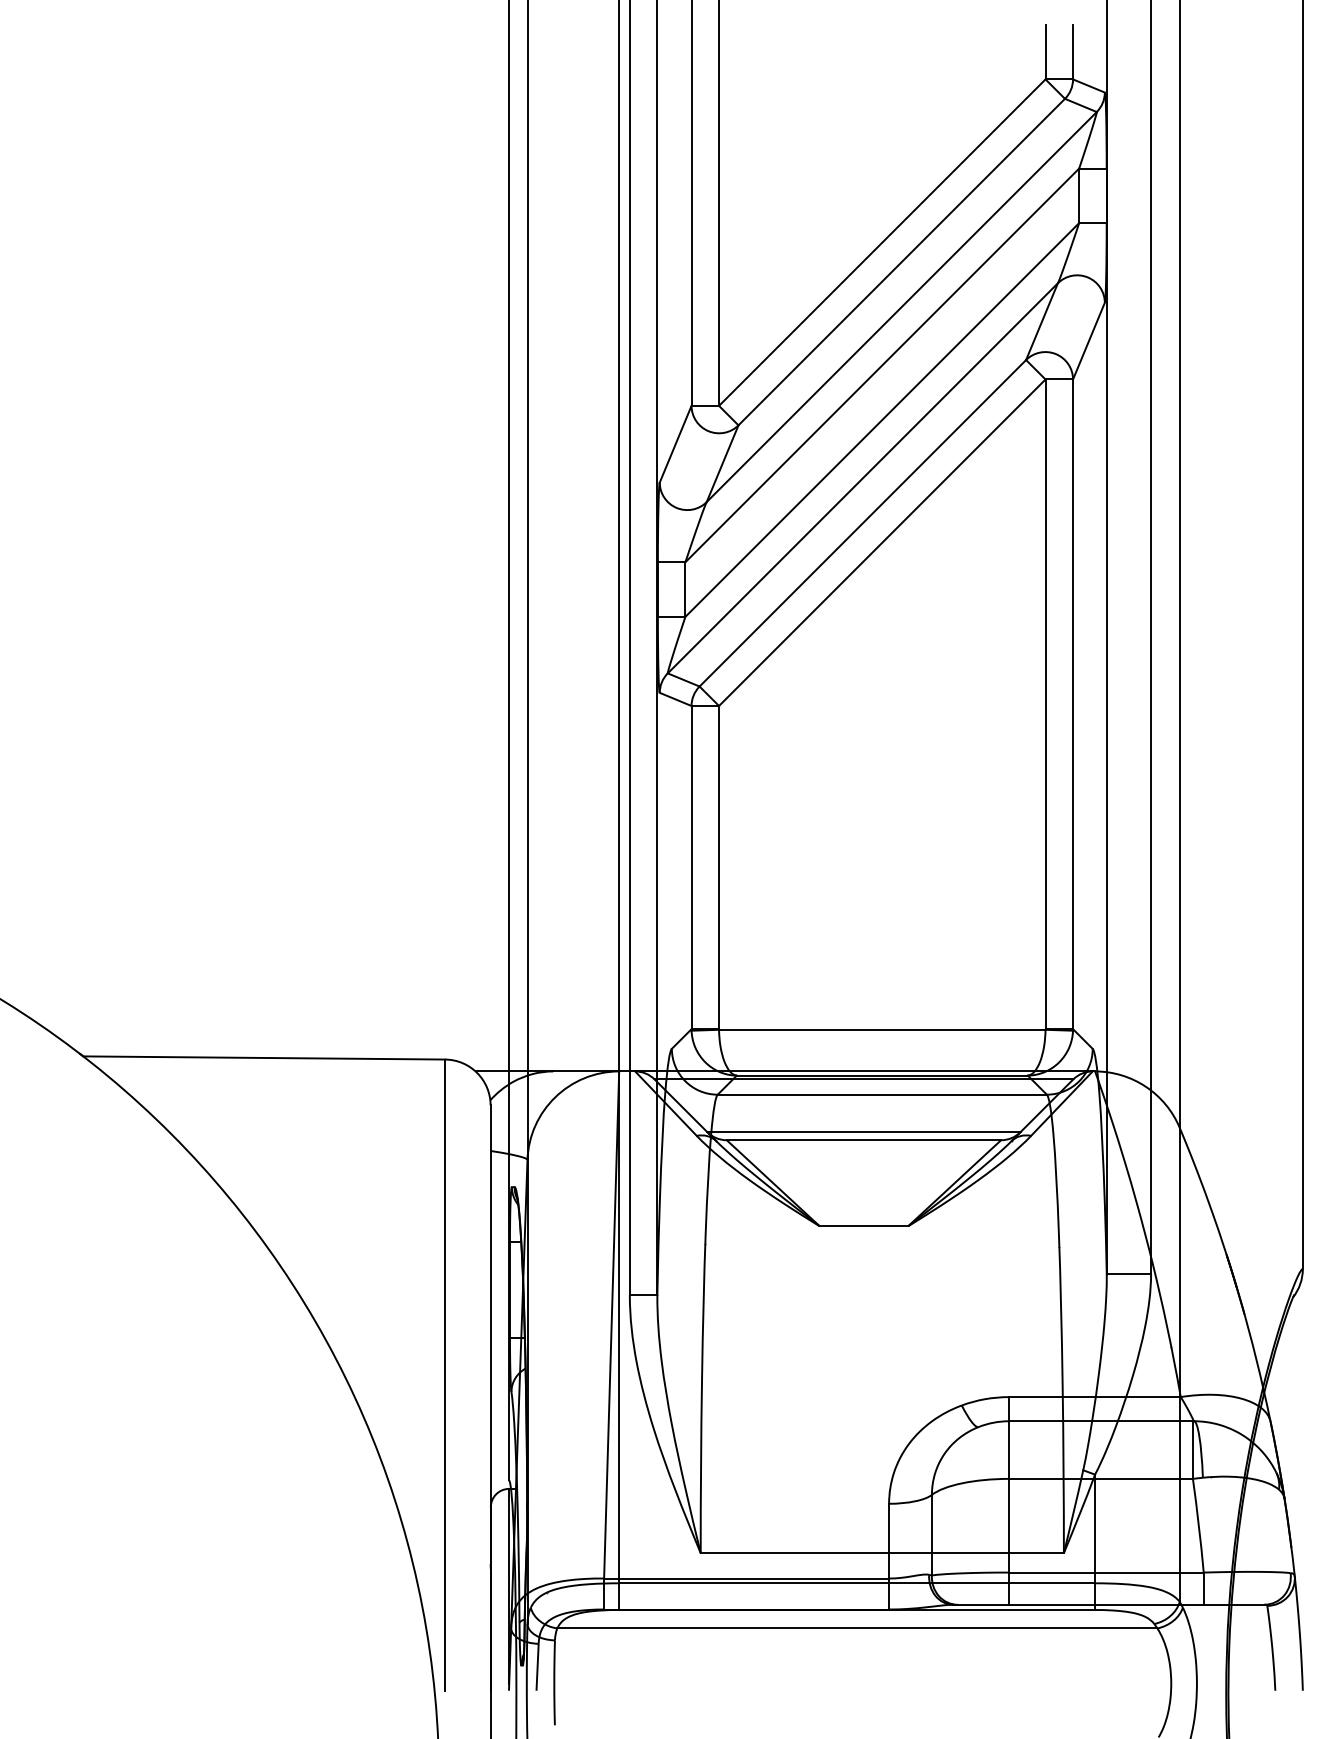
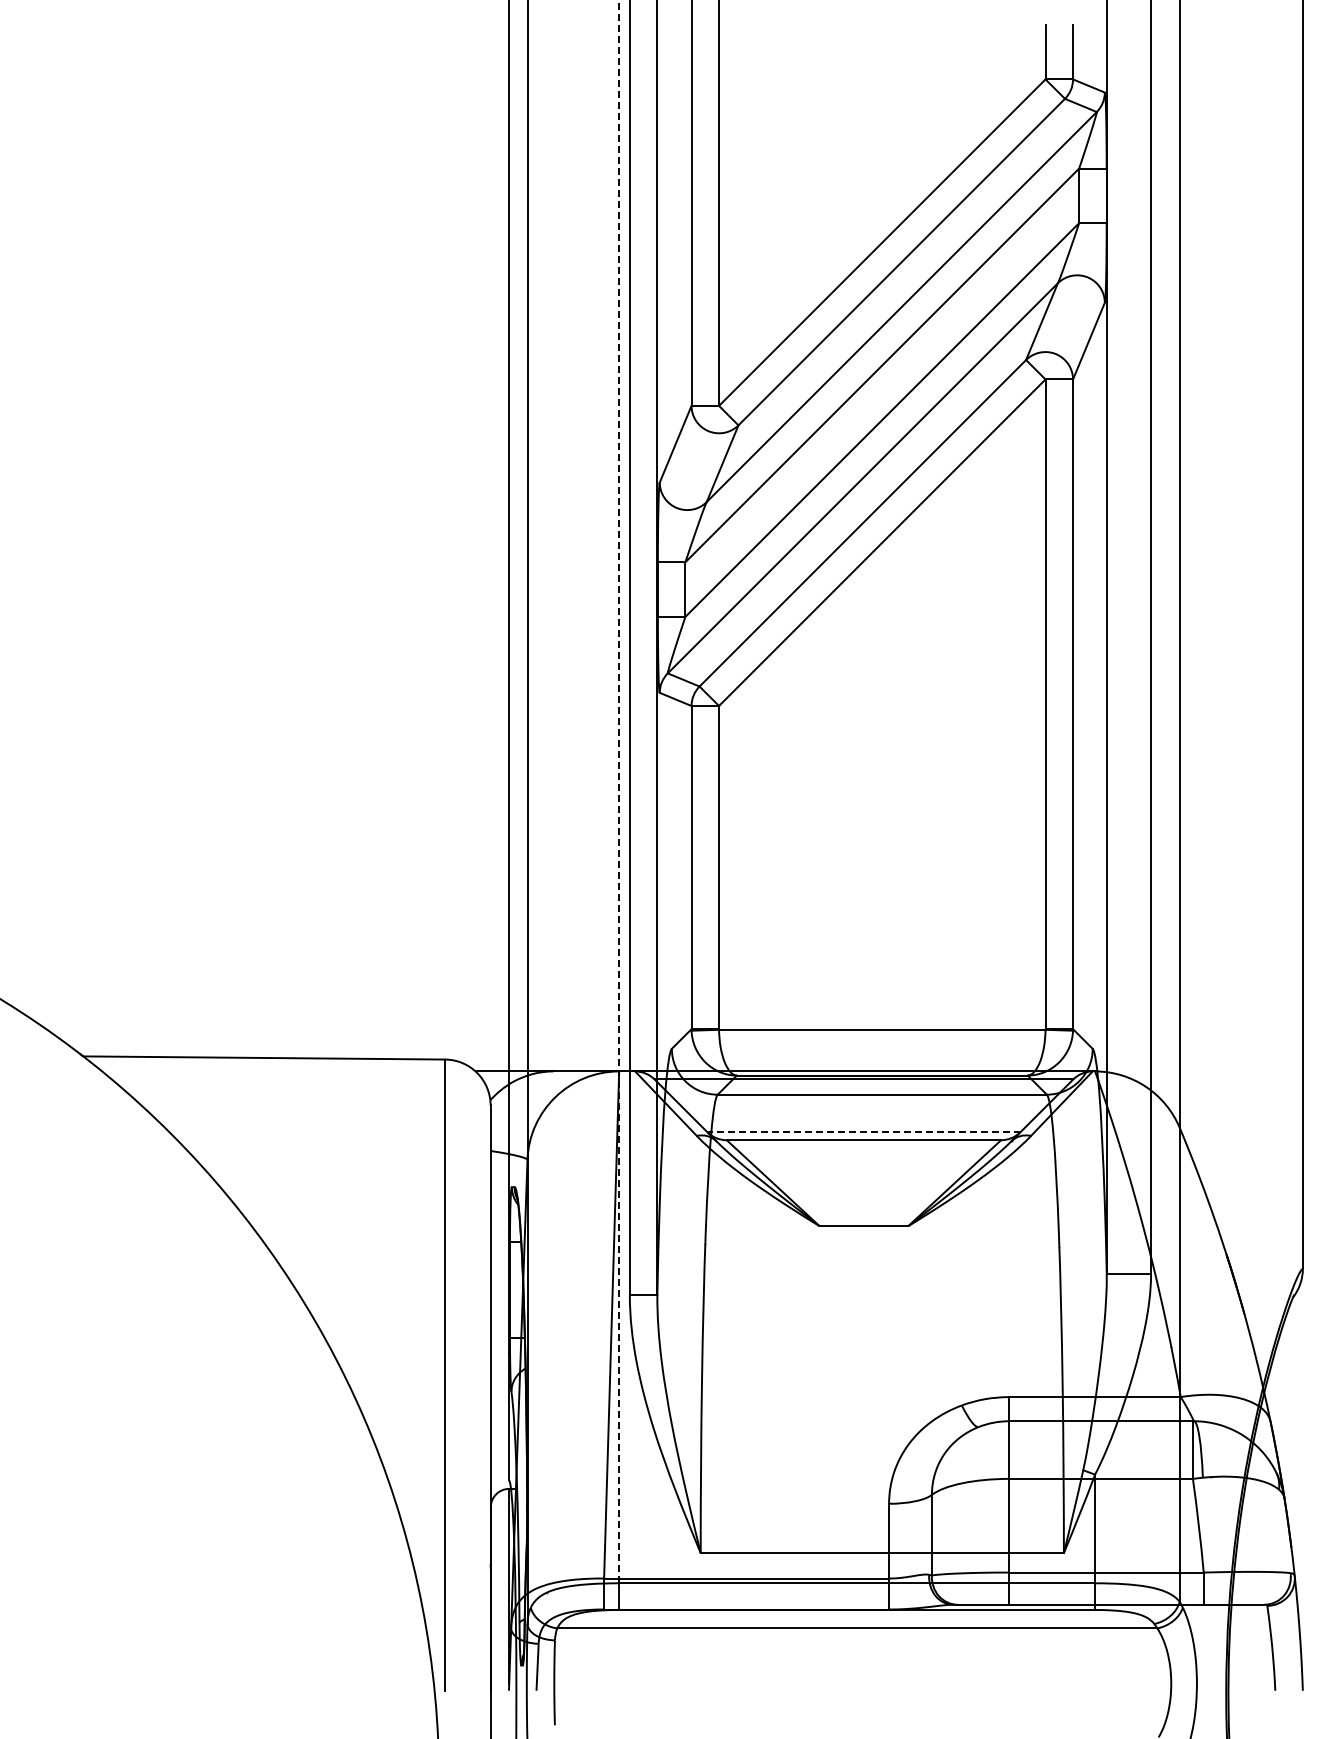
line at (619, 791): solid -> dashed
line at (863, 1132): solid -> dashed
